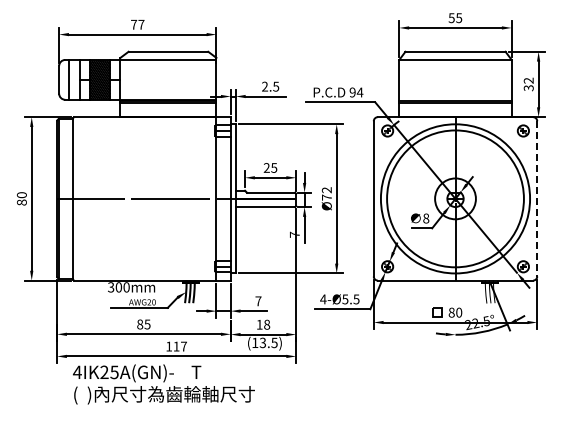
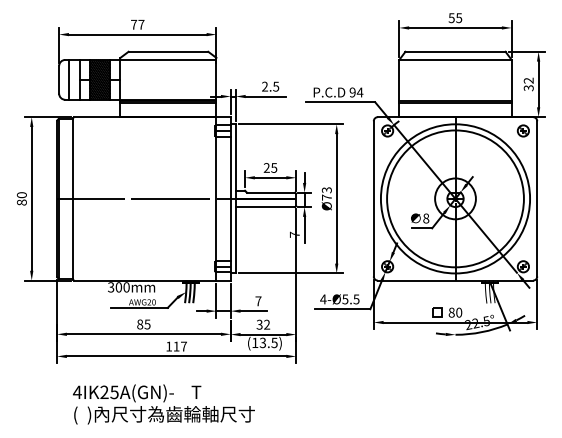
text at (326, 190): Ø72 -> Ø73
line at (537, 198): dashed -> solid
text at (263, 324): 18 -> 32
text at (163, 384) position: (163, 384) -> (163, 404)
